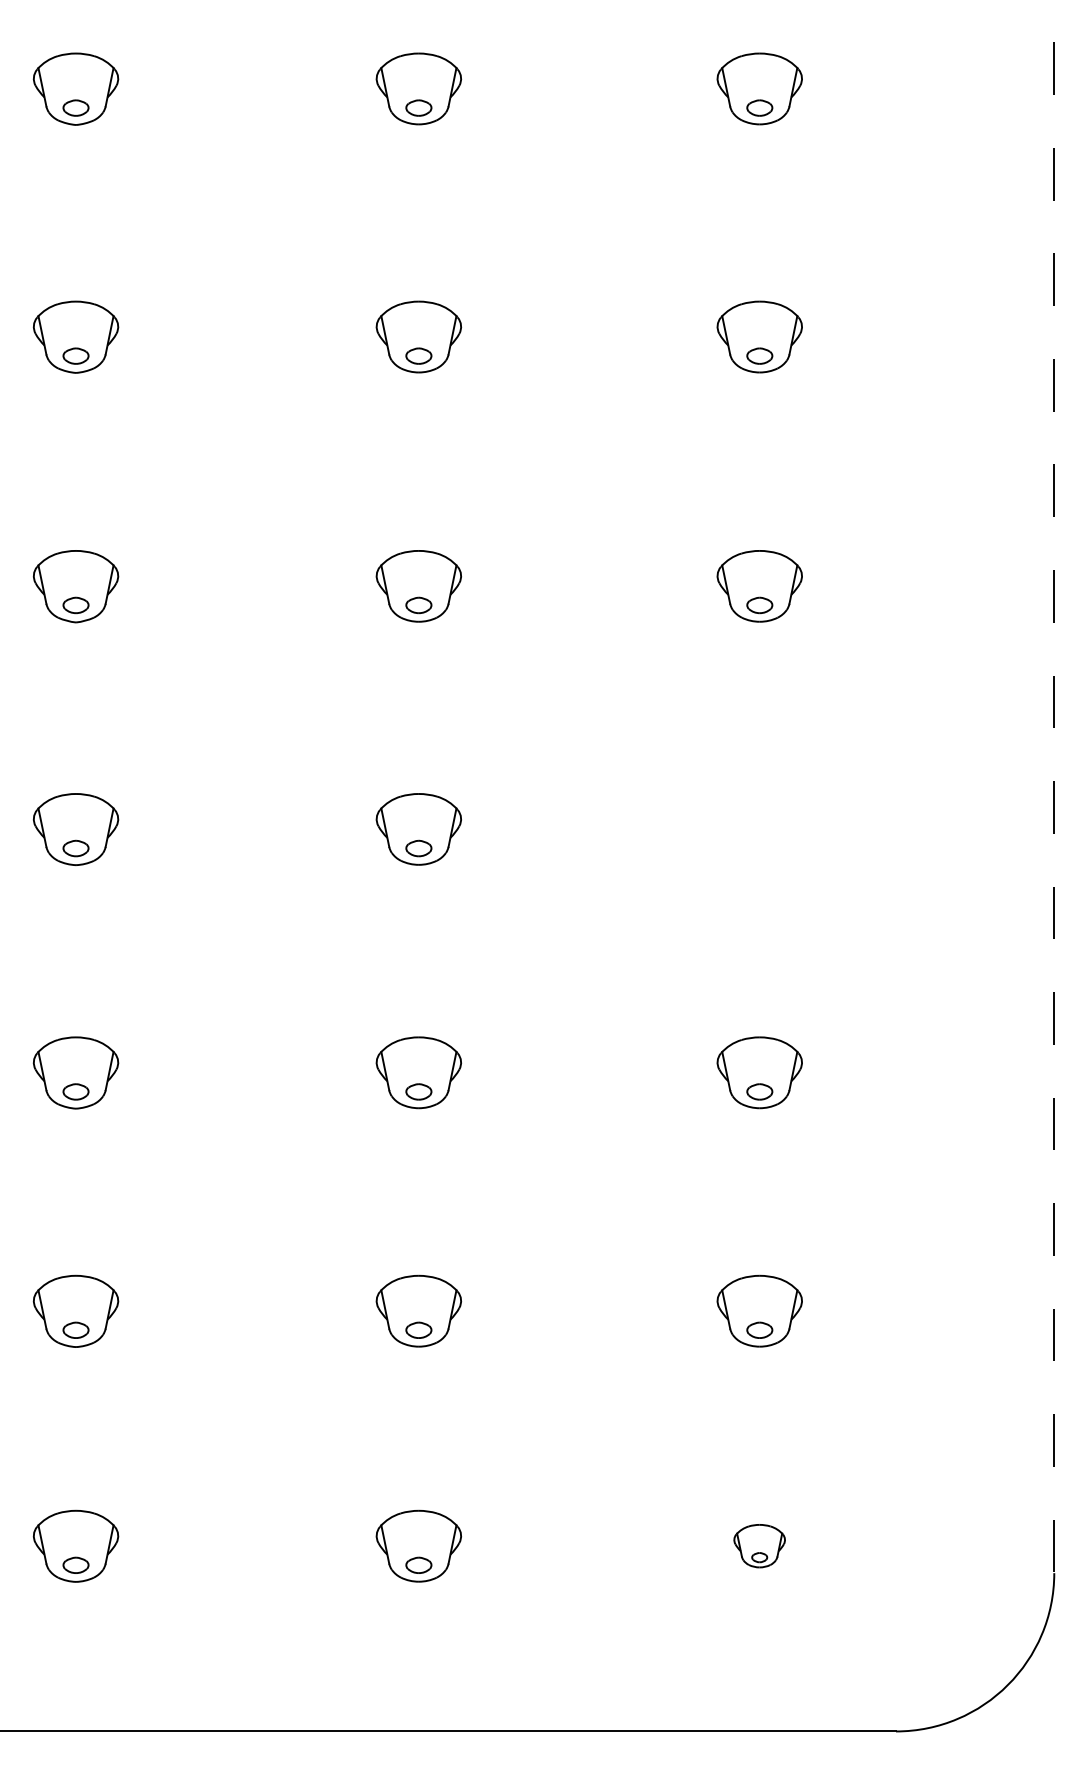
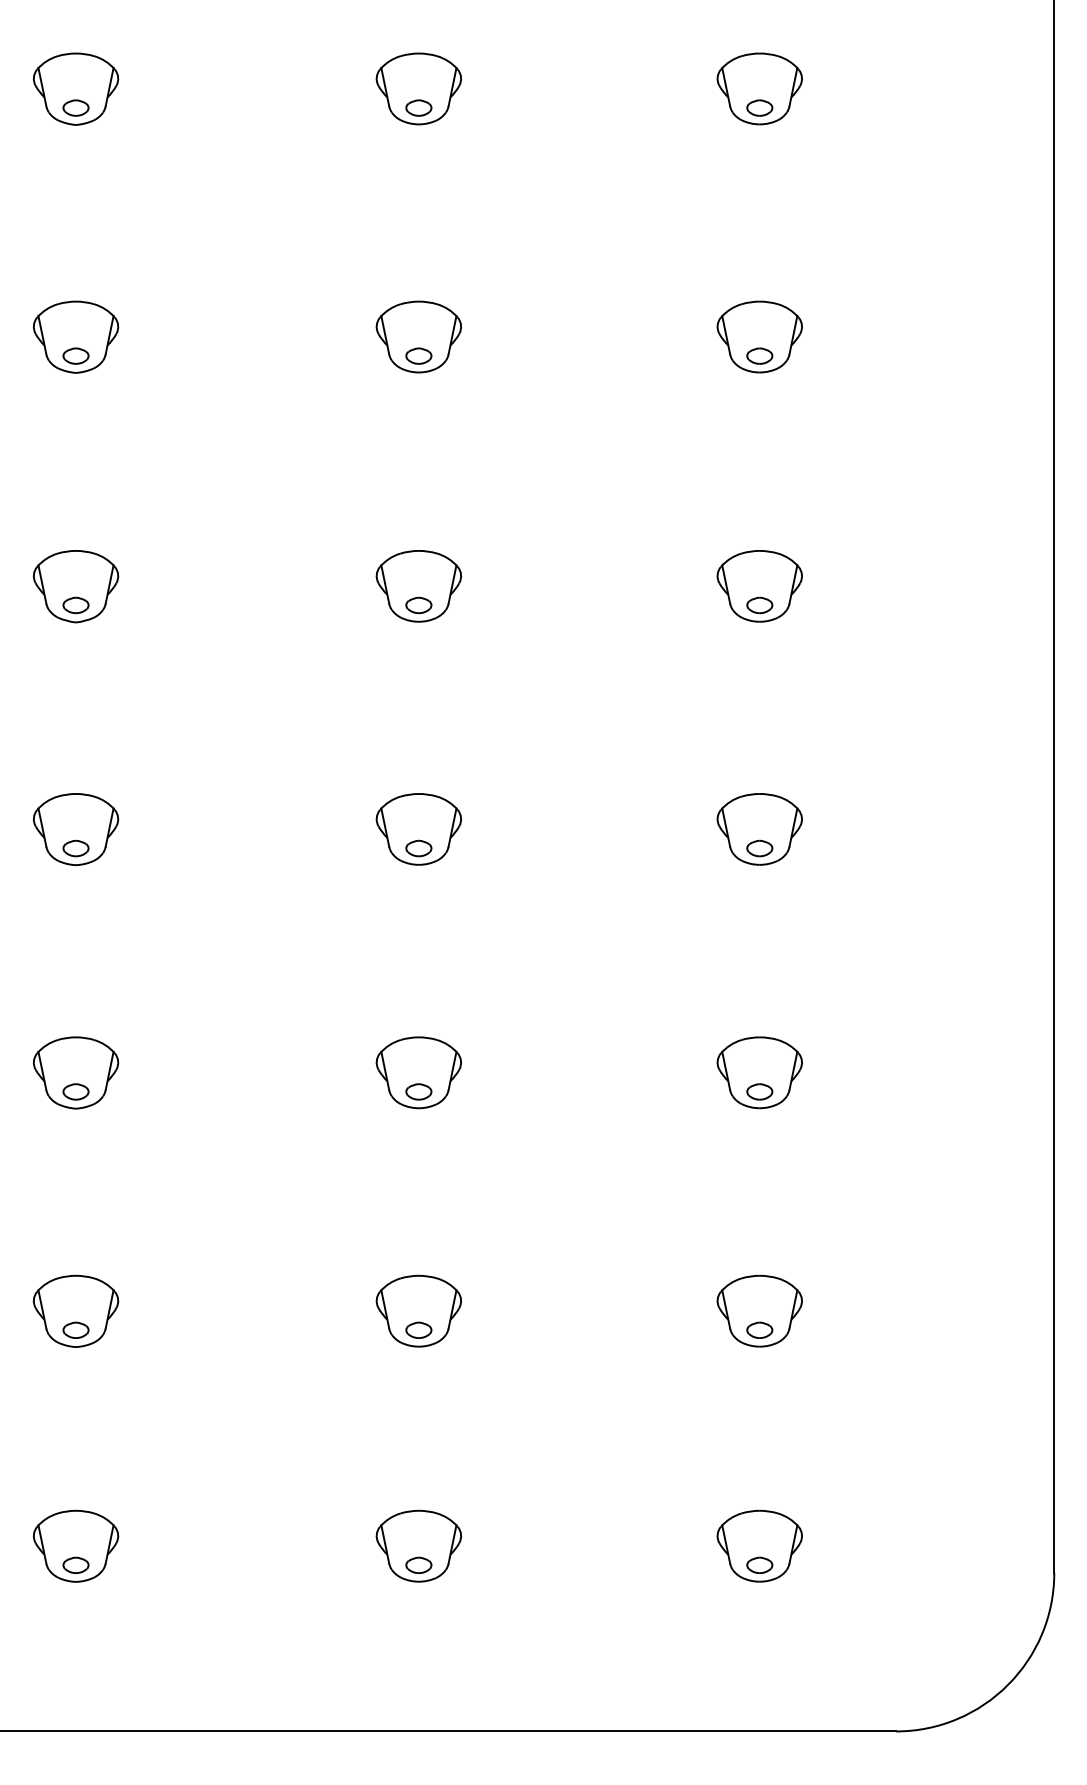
line at (1054, 787): dashed -> solid
part at (759, 829): none -> present
part at (759, 1546) size: 53x45 px -> 87x74 px
